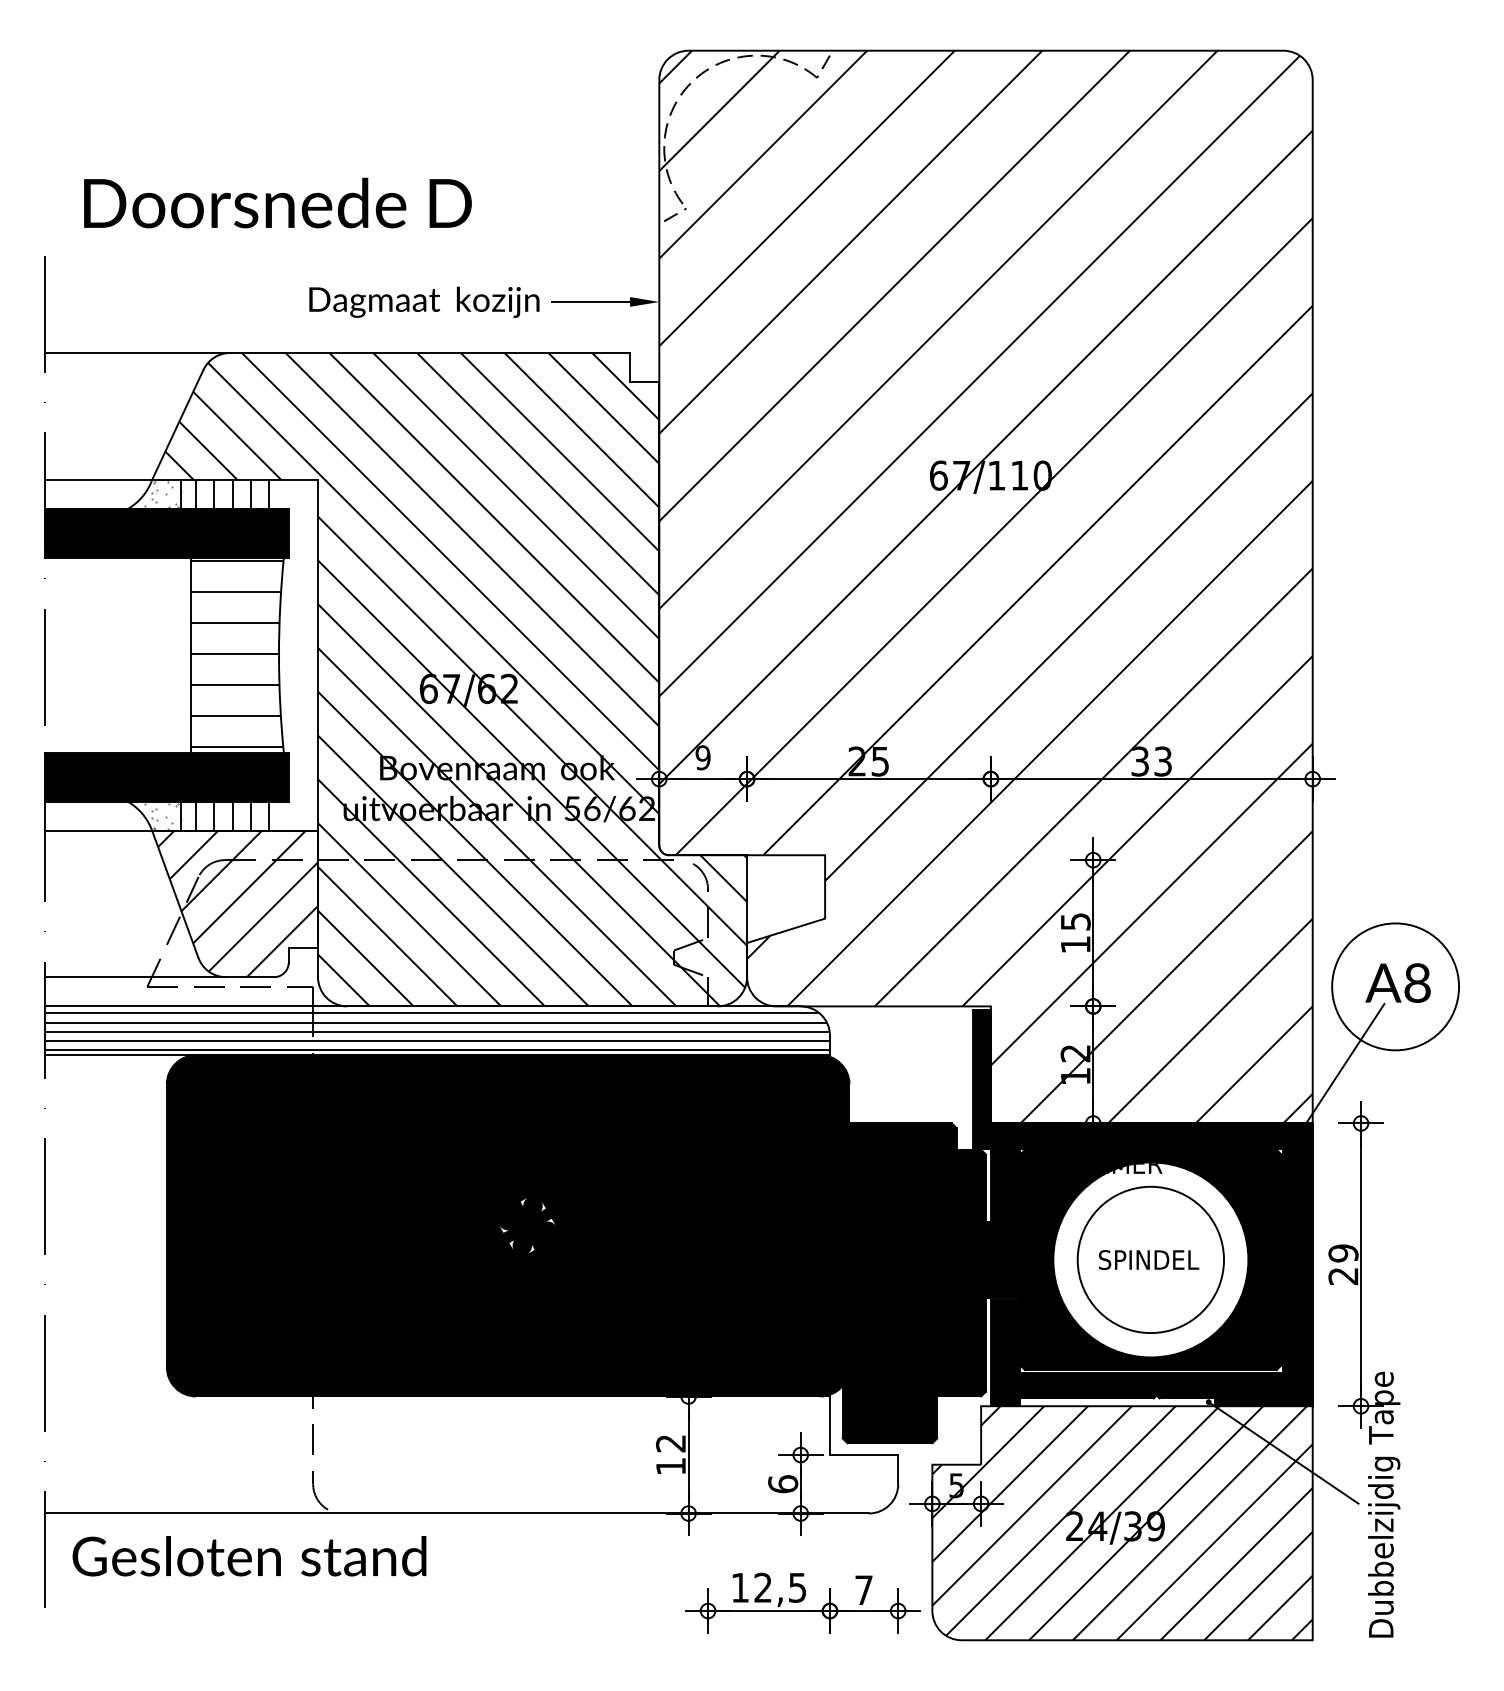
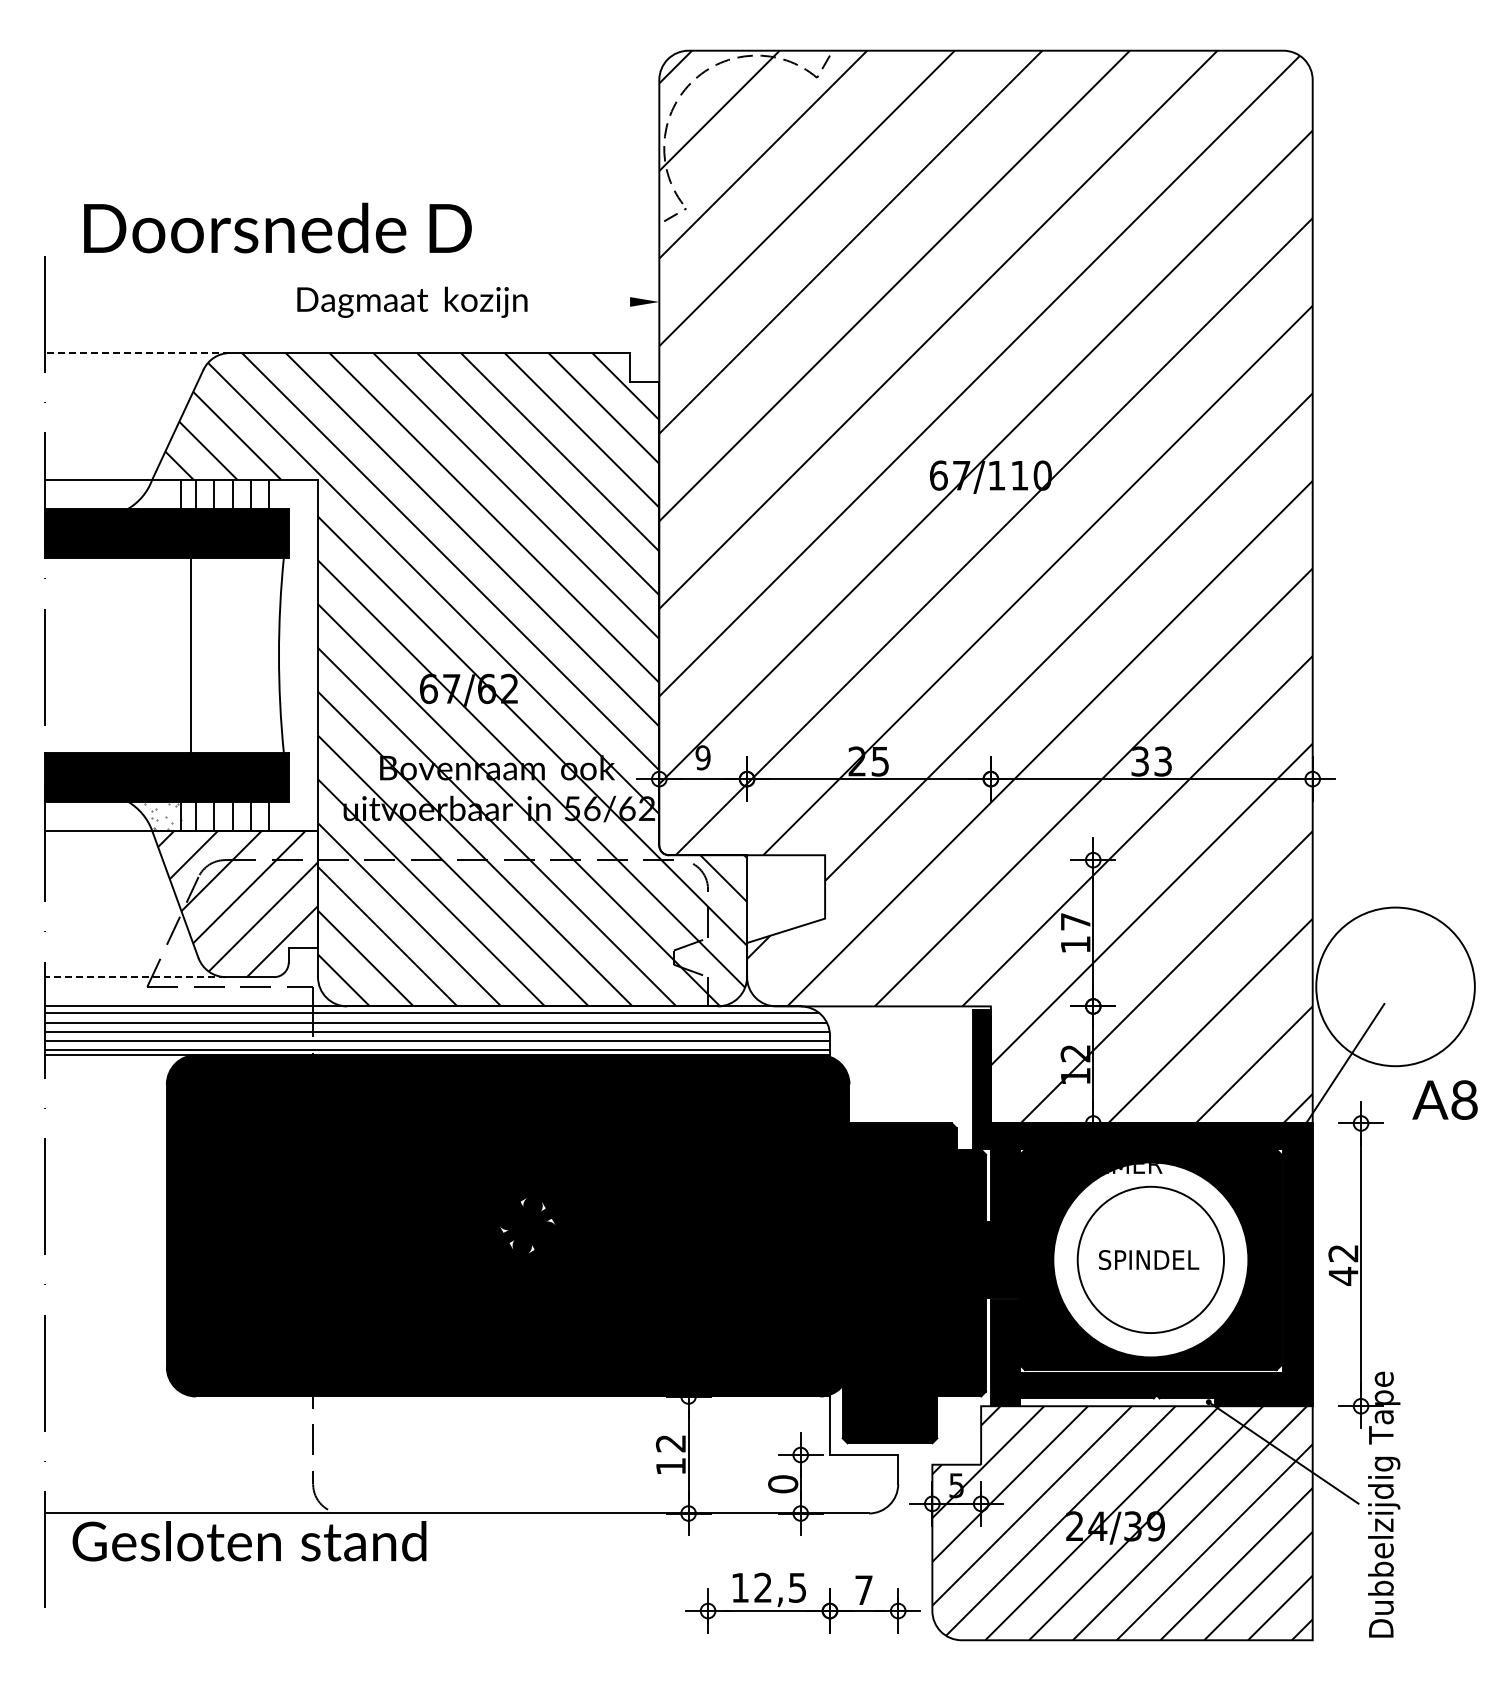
text at (277, 202) position: (277, 202) -> (277, 227)
text at (424, 301) position: (424, 301) -> (412, 301)
line at (590, 301): present -> none
line at (137, 353): solid -> dashed
hatch at (163, 494): present -> none
hatch at (237, 653): present -> none
text at (1075, 921): 15 -> 17
line at (134, 977): solid -> dashed
text at (1397, 982) position: (1397, 982) -> (1444, 1099)
circle at (1395, 986) diameter: 127 px -> 159 px
text at (1343, 1264): 29 -> 42
text at (783, 1484): 6 -> 0
text at (249, 1556) position: (249, 1556) -> (249, 1541)
